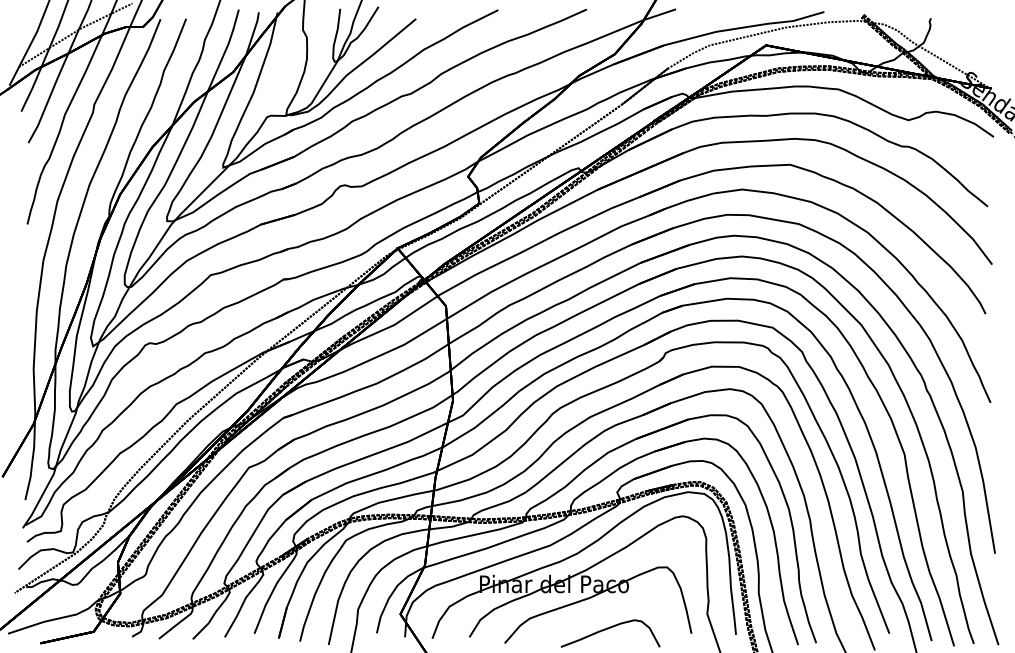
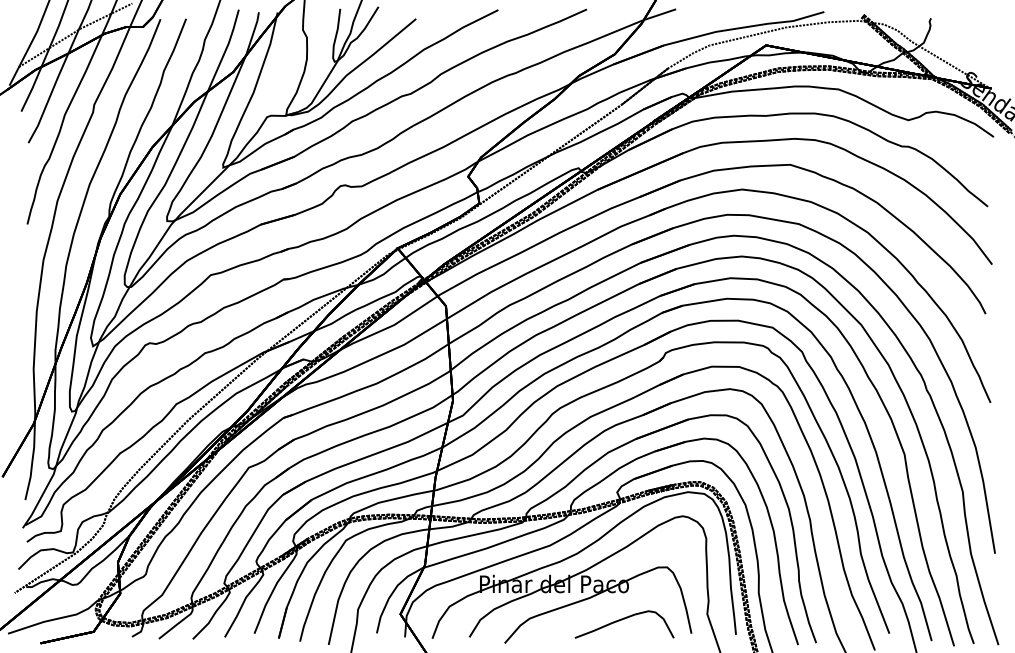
curve at (608, 629) position: (608, 629) -> (622, 620)
